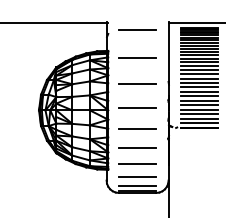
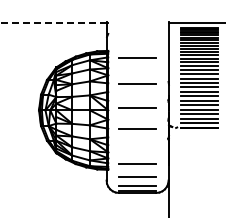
line at (53, 22): solid -> dashed
line at (137, 30): present -> none
line at (137, 147): present -> none
